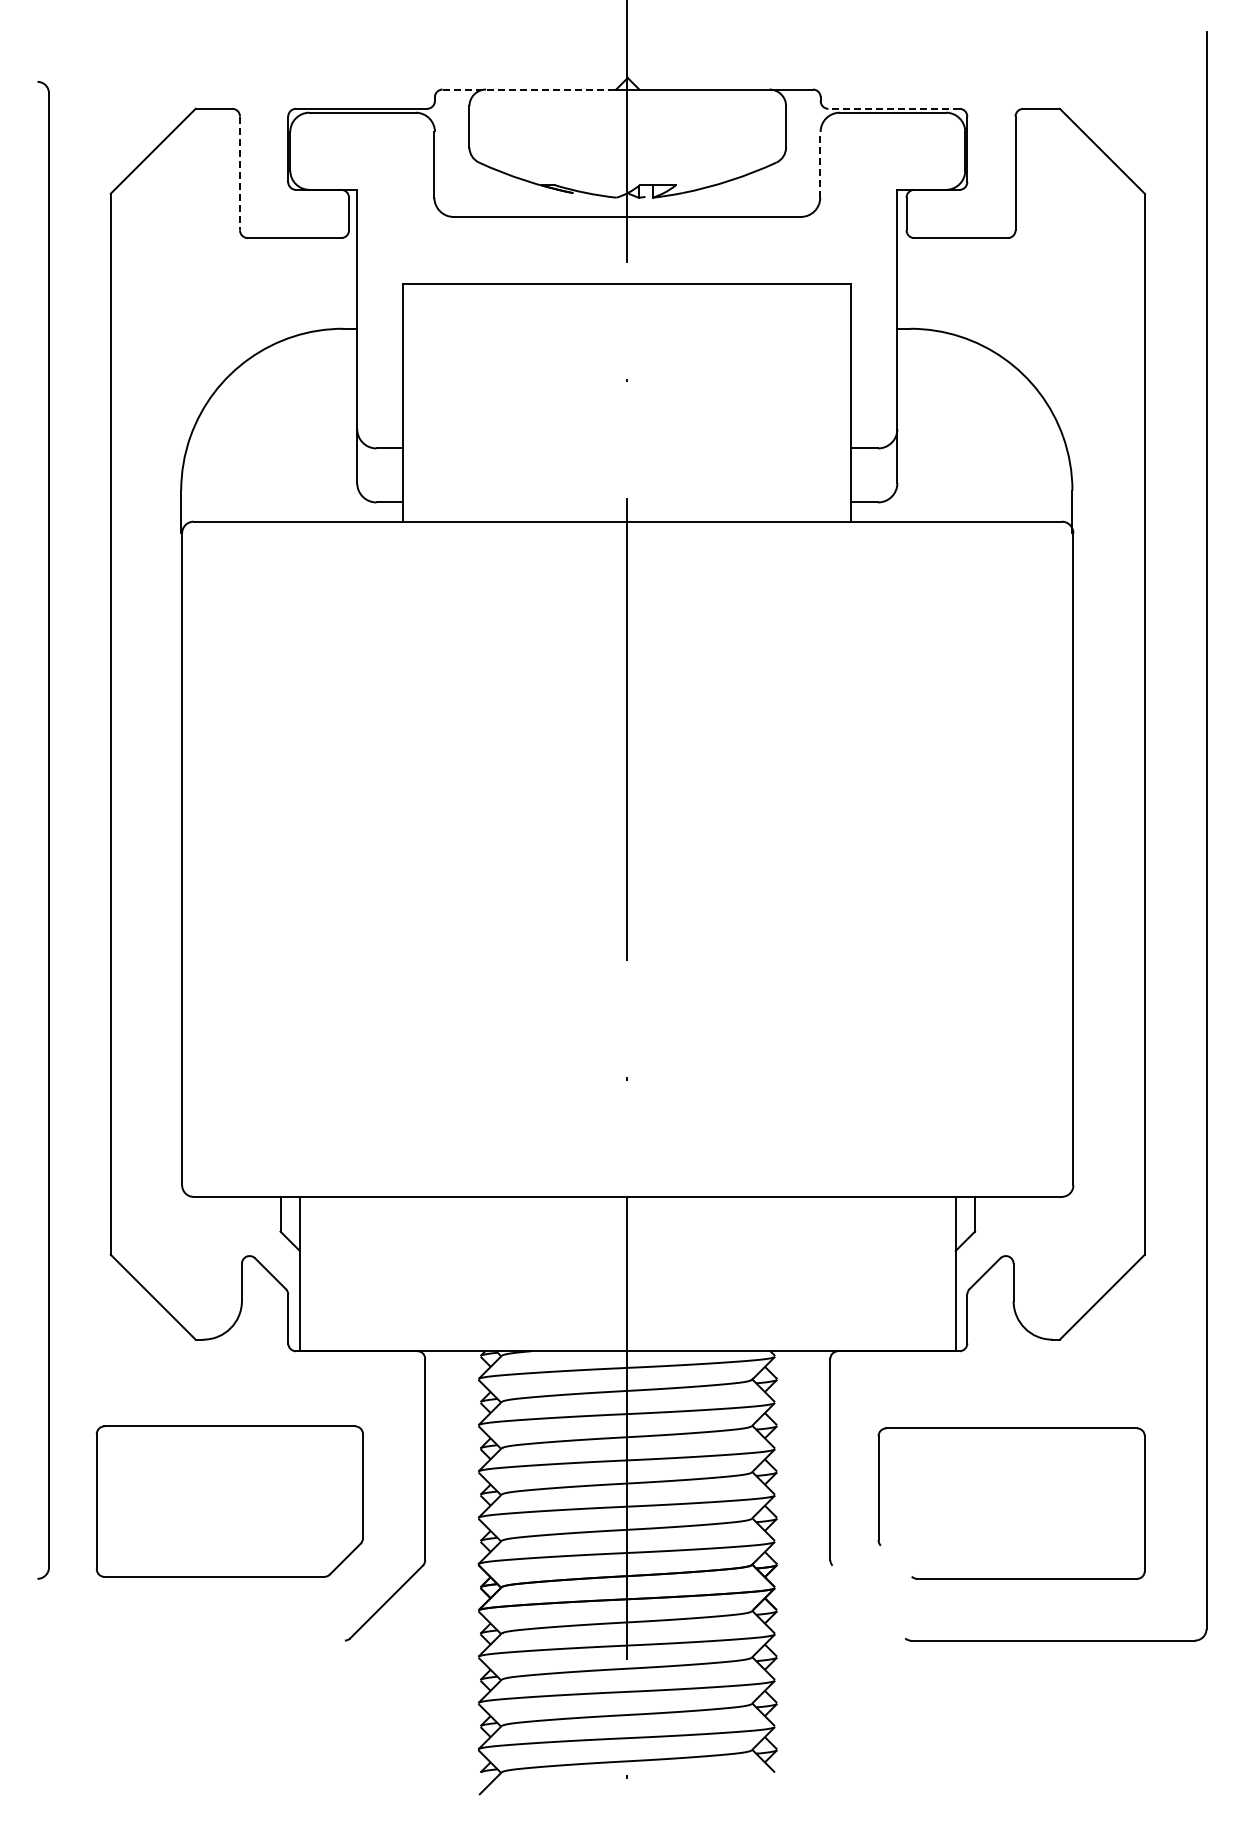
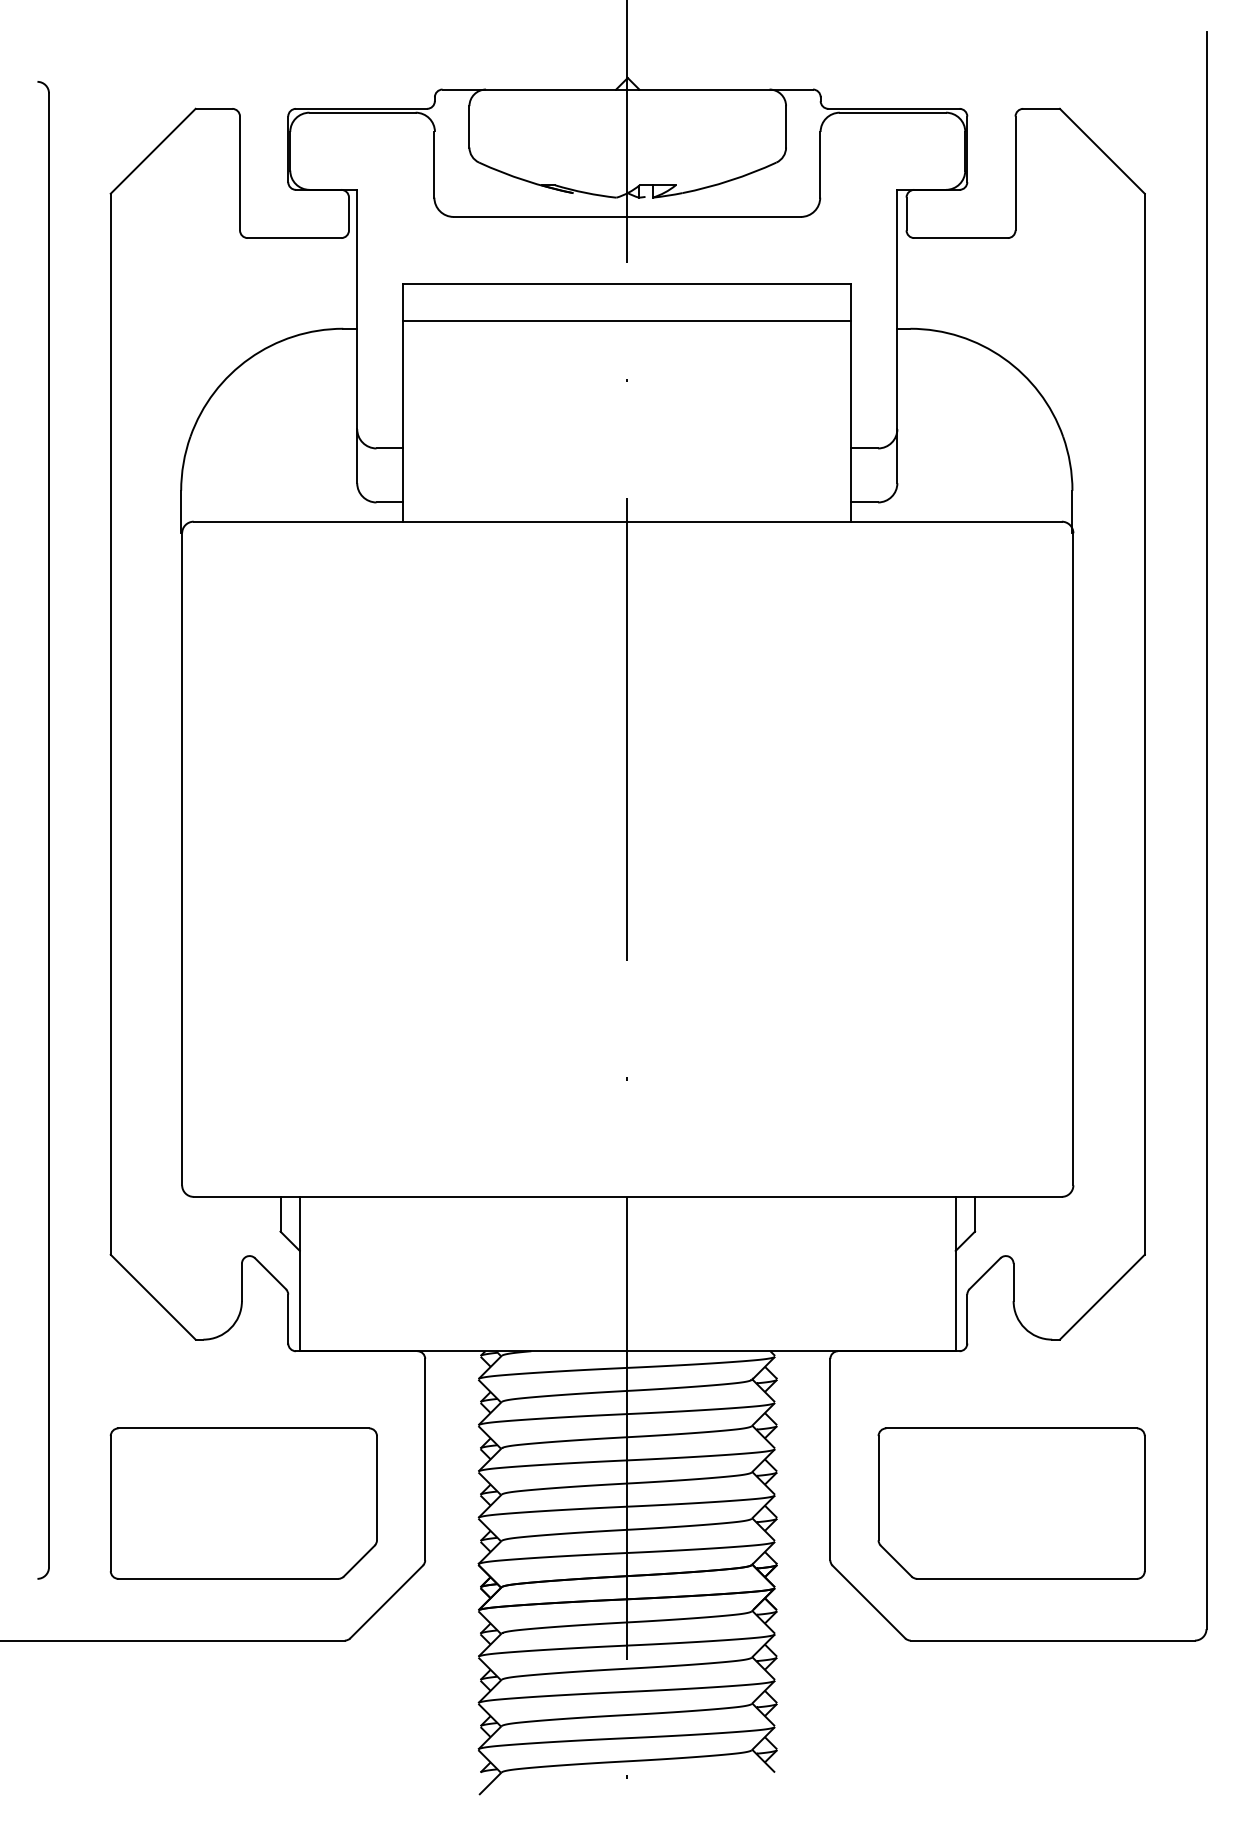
line at (529, 89): dashed -> solid
line at (894, 108): dashed -> solid
line at (820, 164): dashed -> solid
line at (240, 173): dashed -> solid
line at (626, 321): none -> present
part at (229, 1501) position: (229, 1501) -> (243, 1503)
line at (895, 1560): none -> present
line at (868, 1601): none -> present
line at (173, 1640): none -> present
